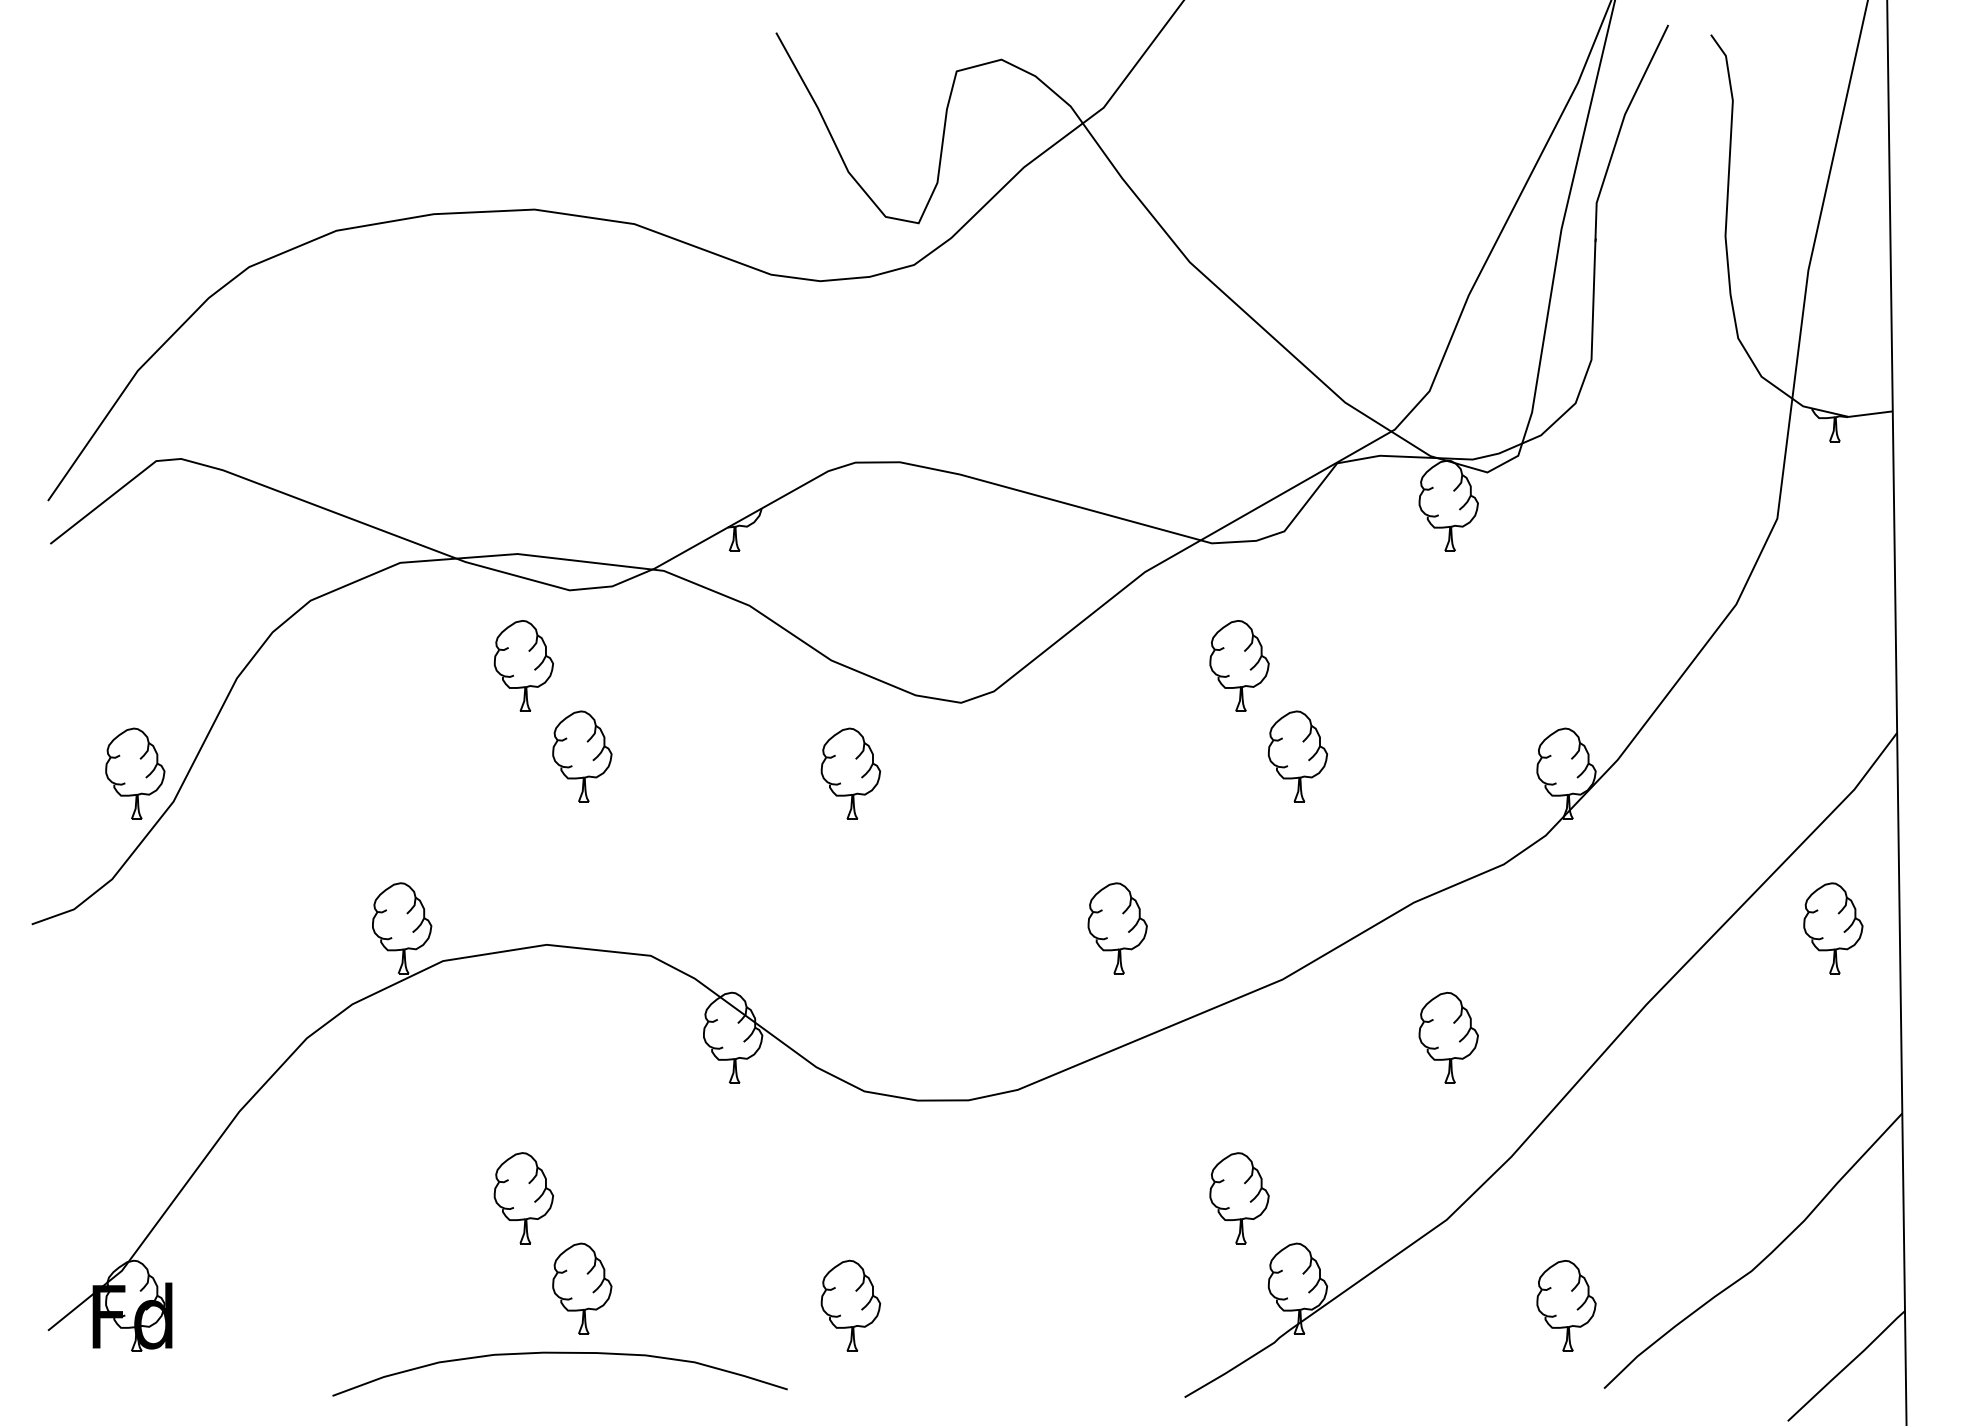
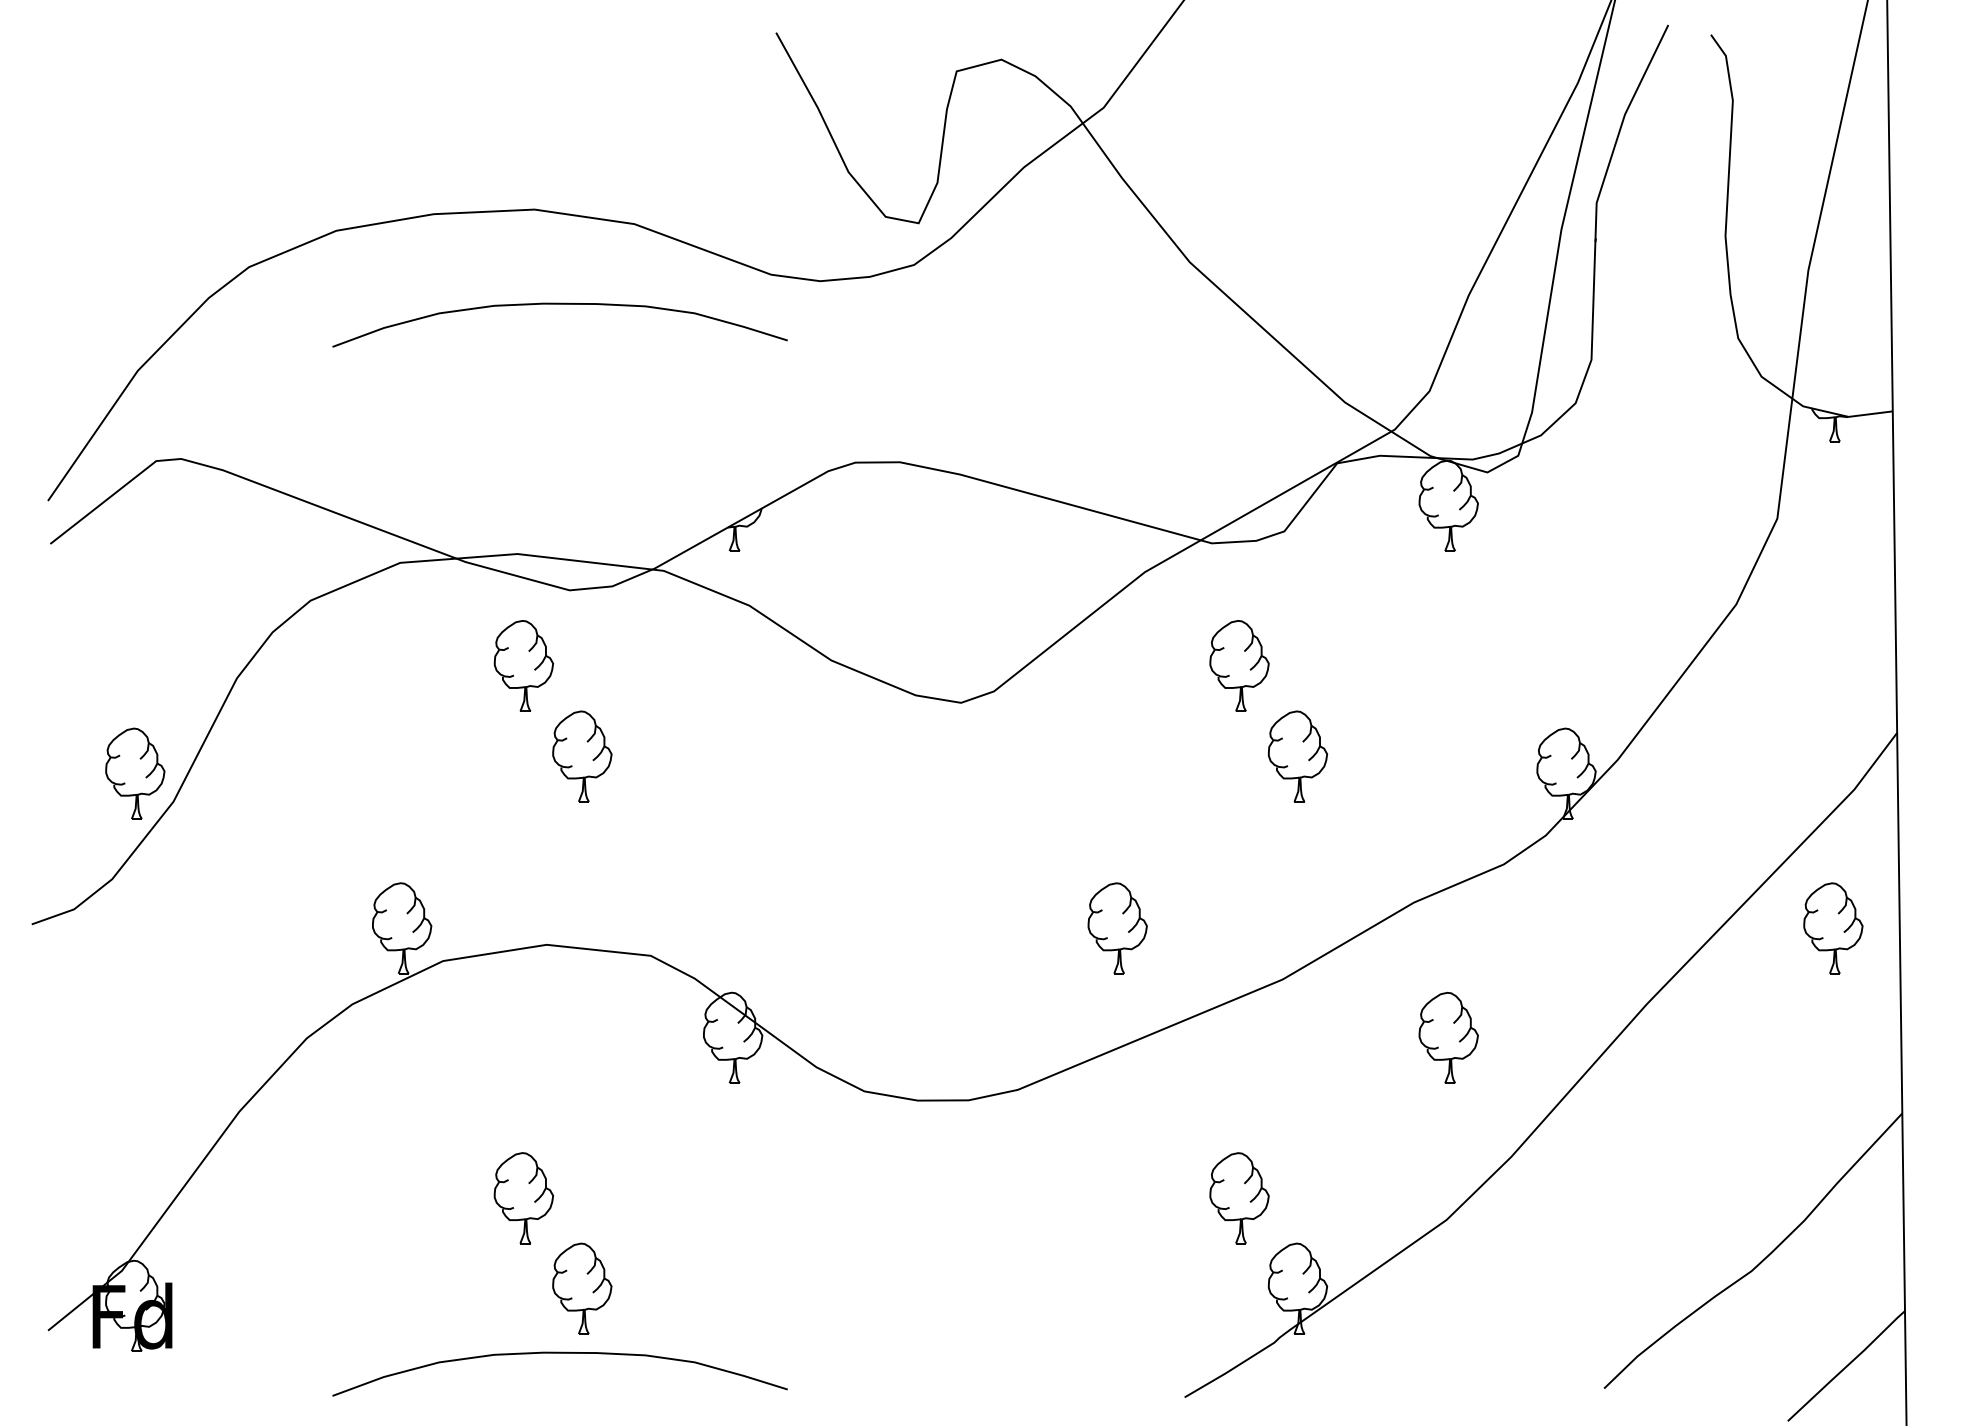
curve at (559, 304): none -> present
part at (850, 773): present -> none
part at (850, 1305): present -> none
part at (1566, 1305): present -> none
